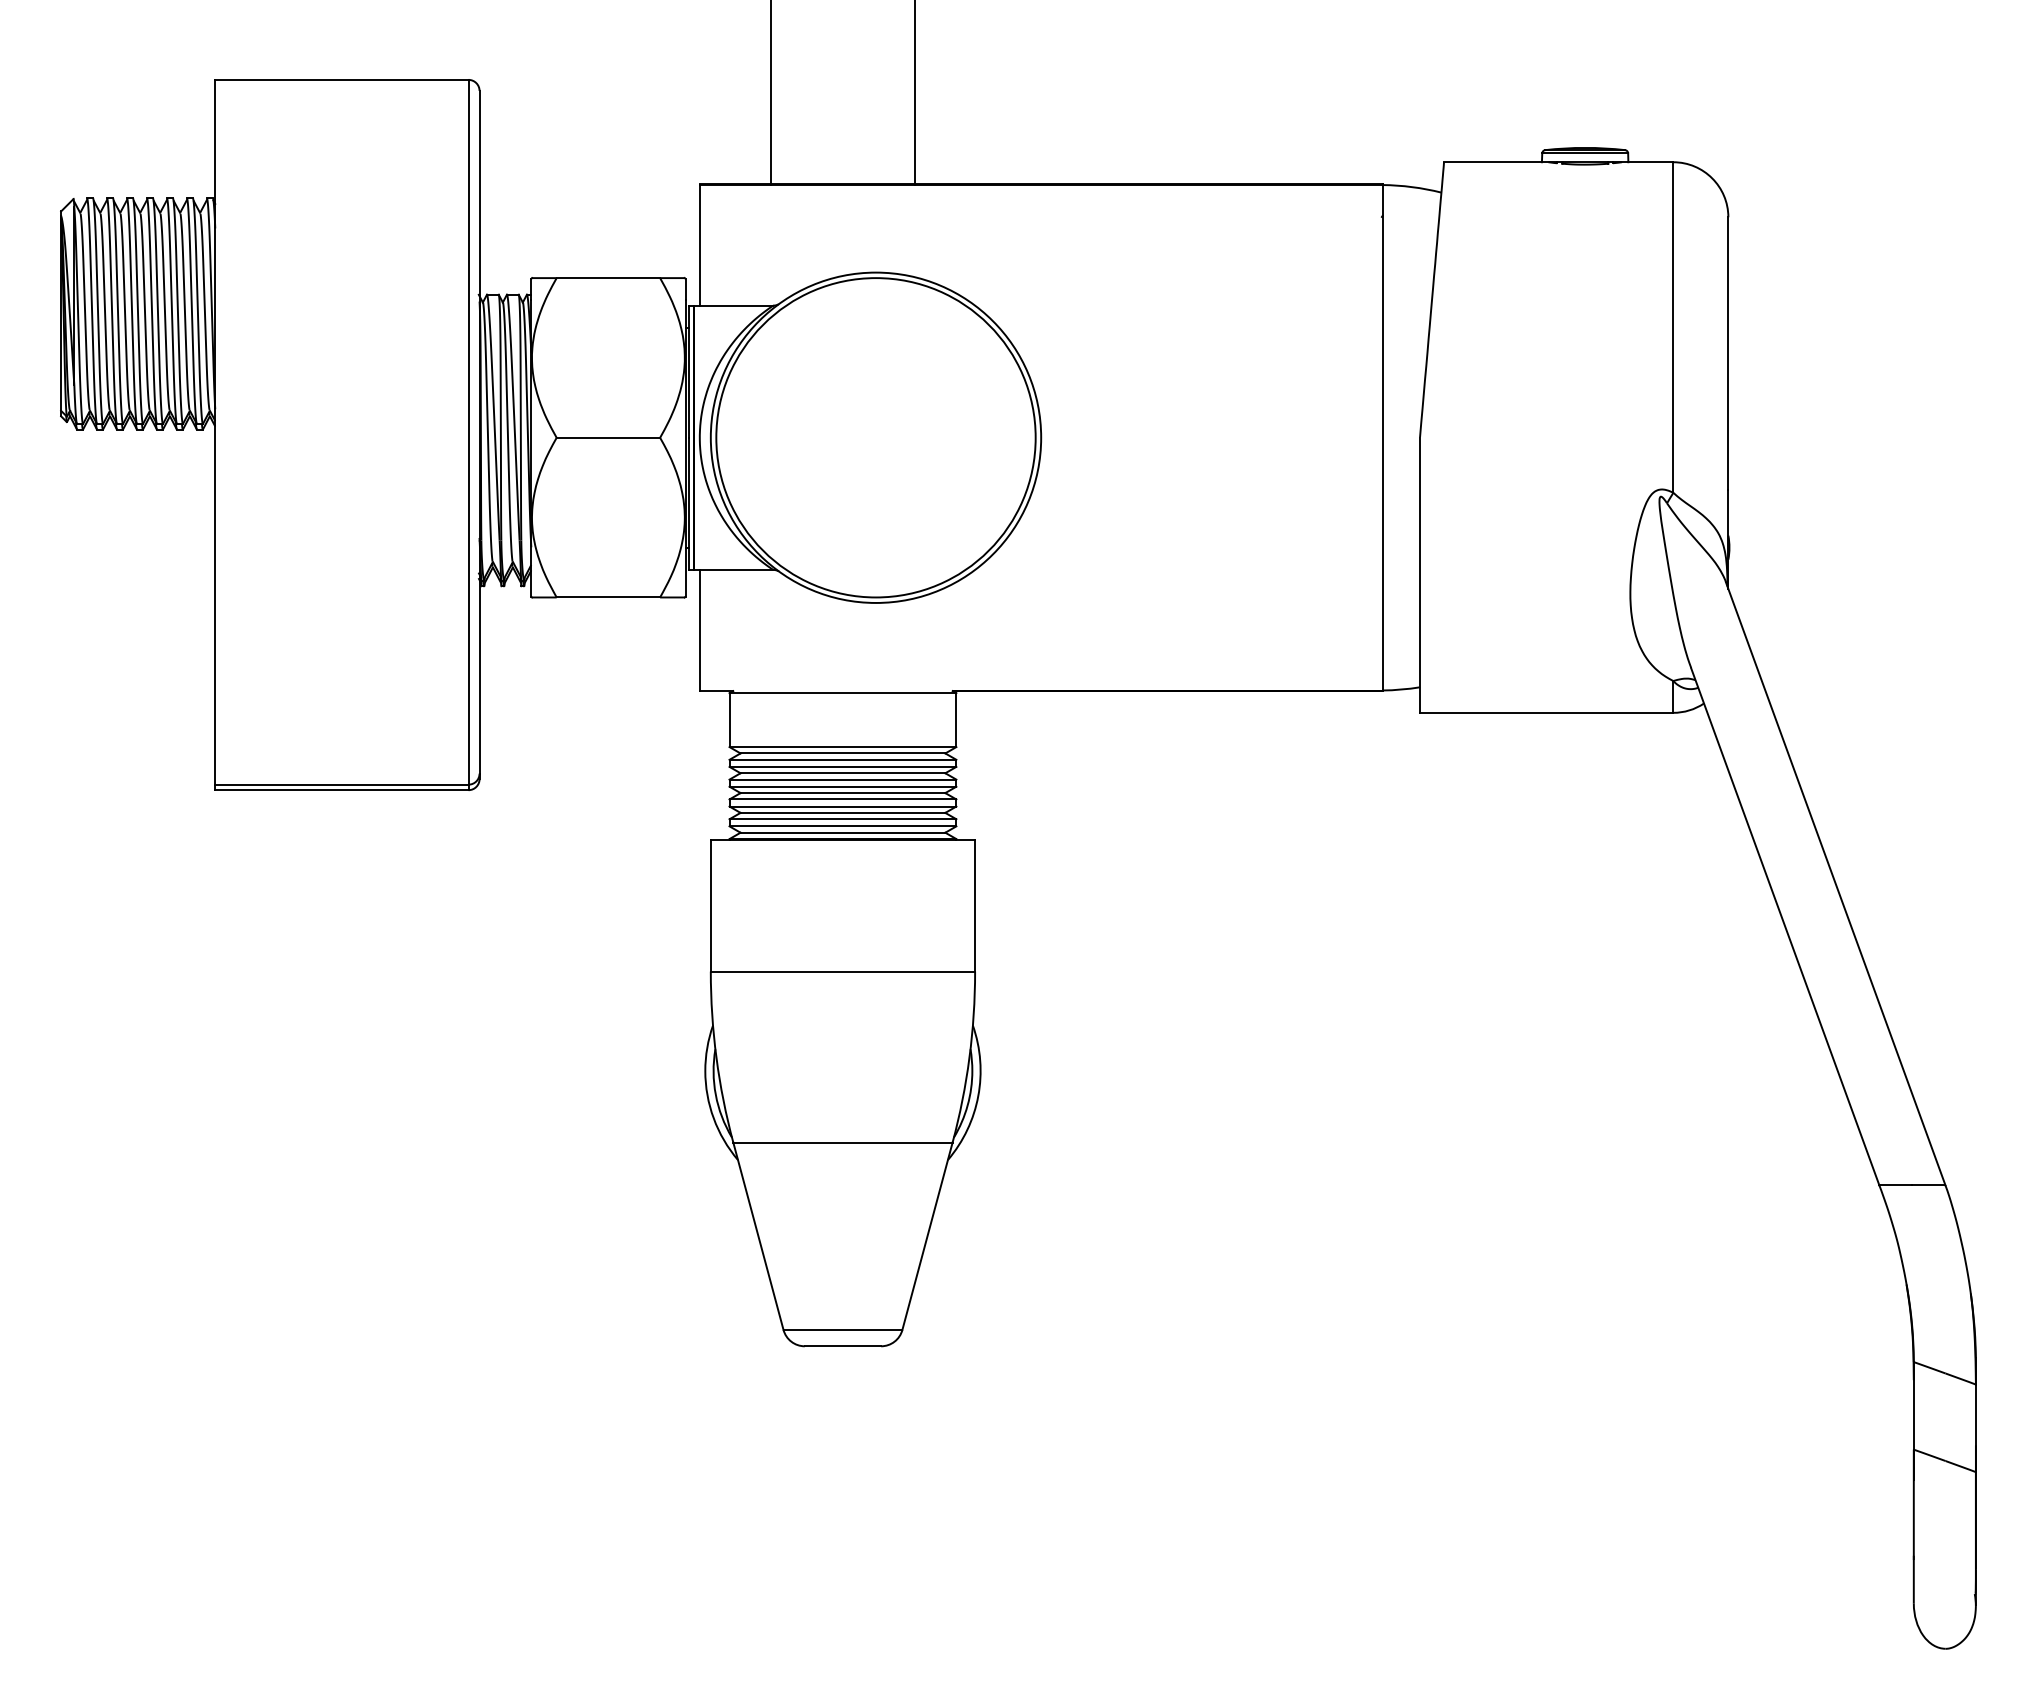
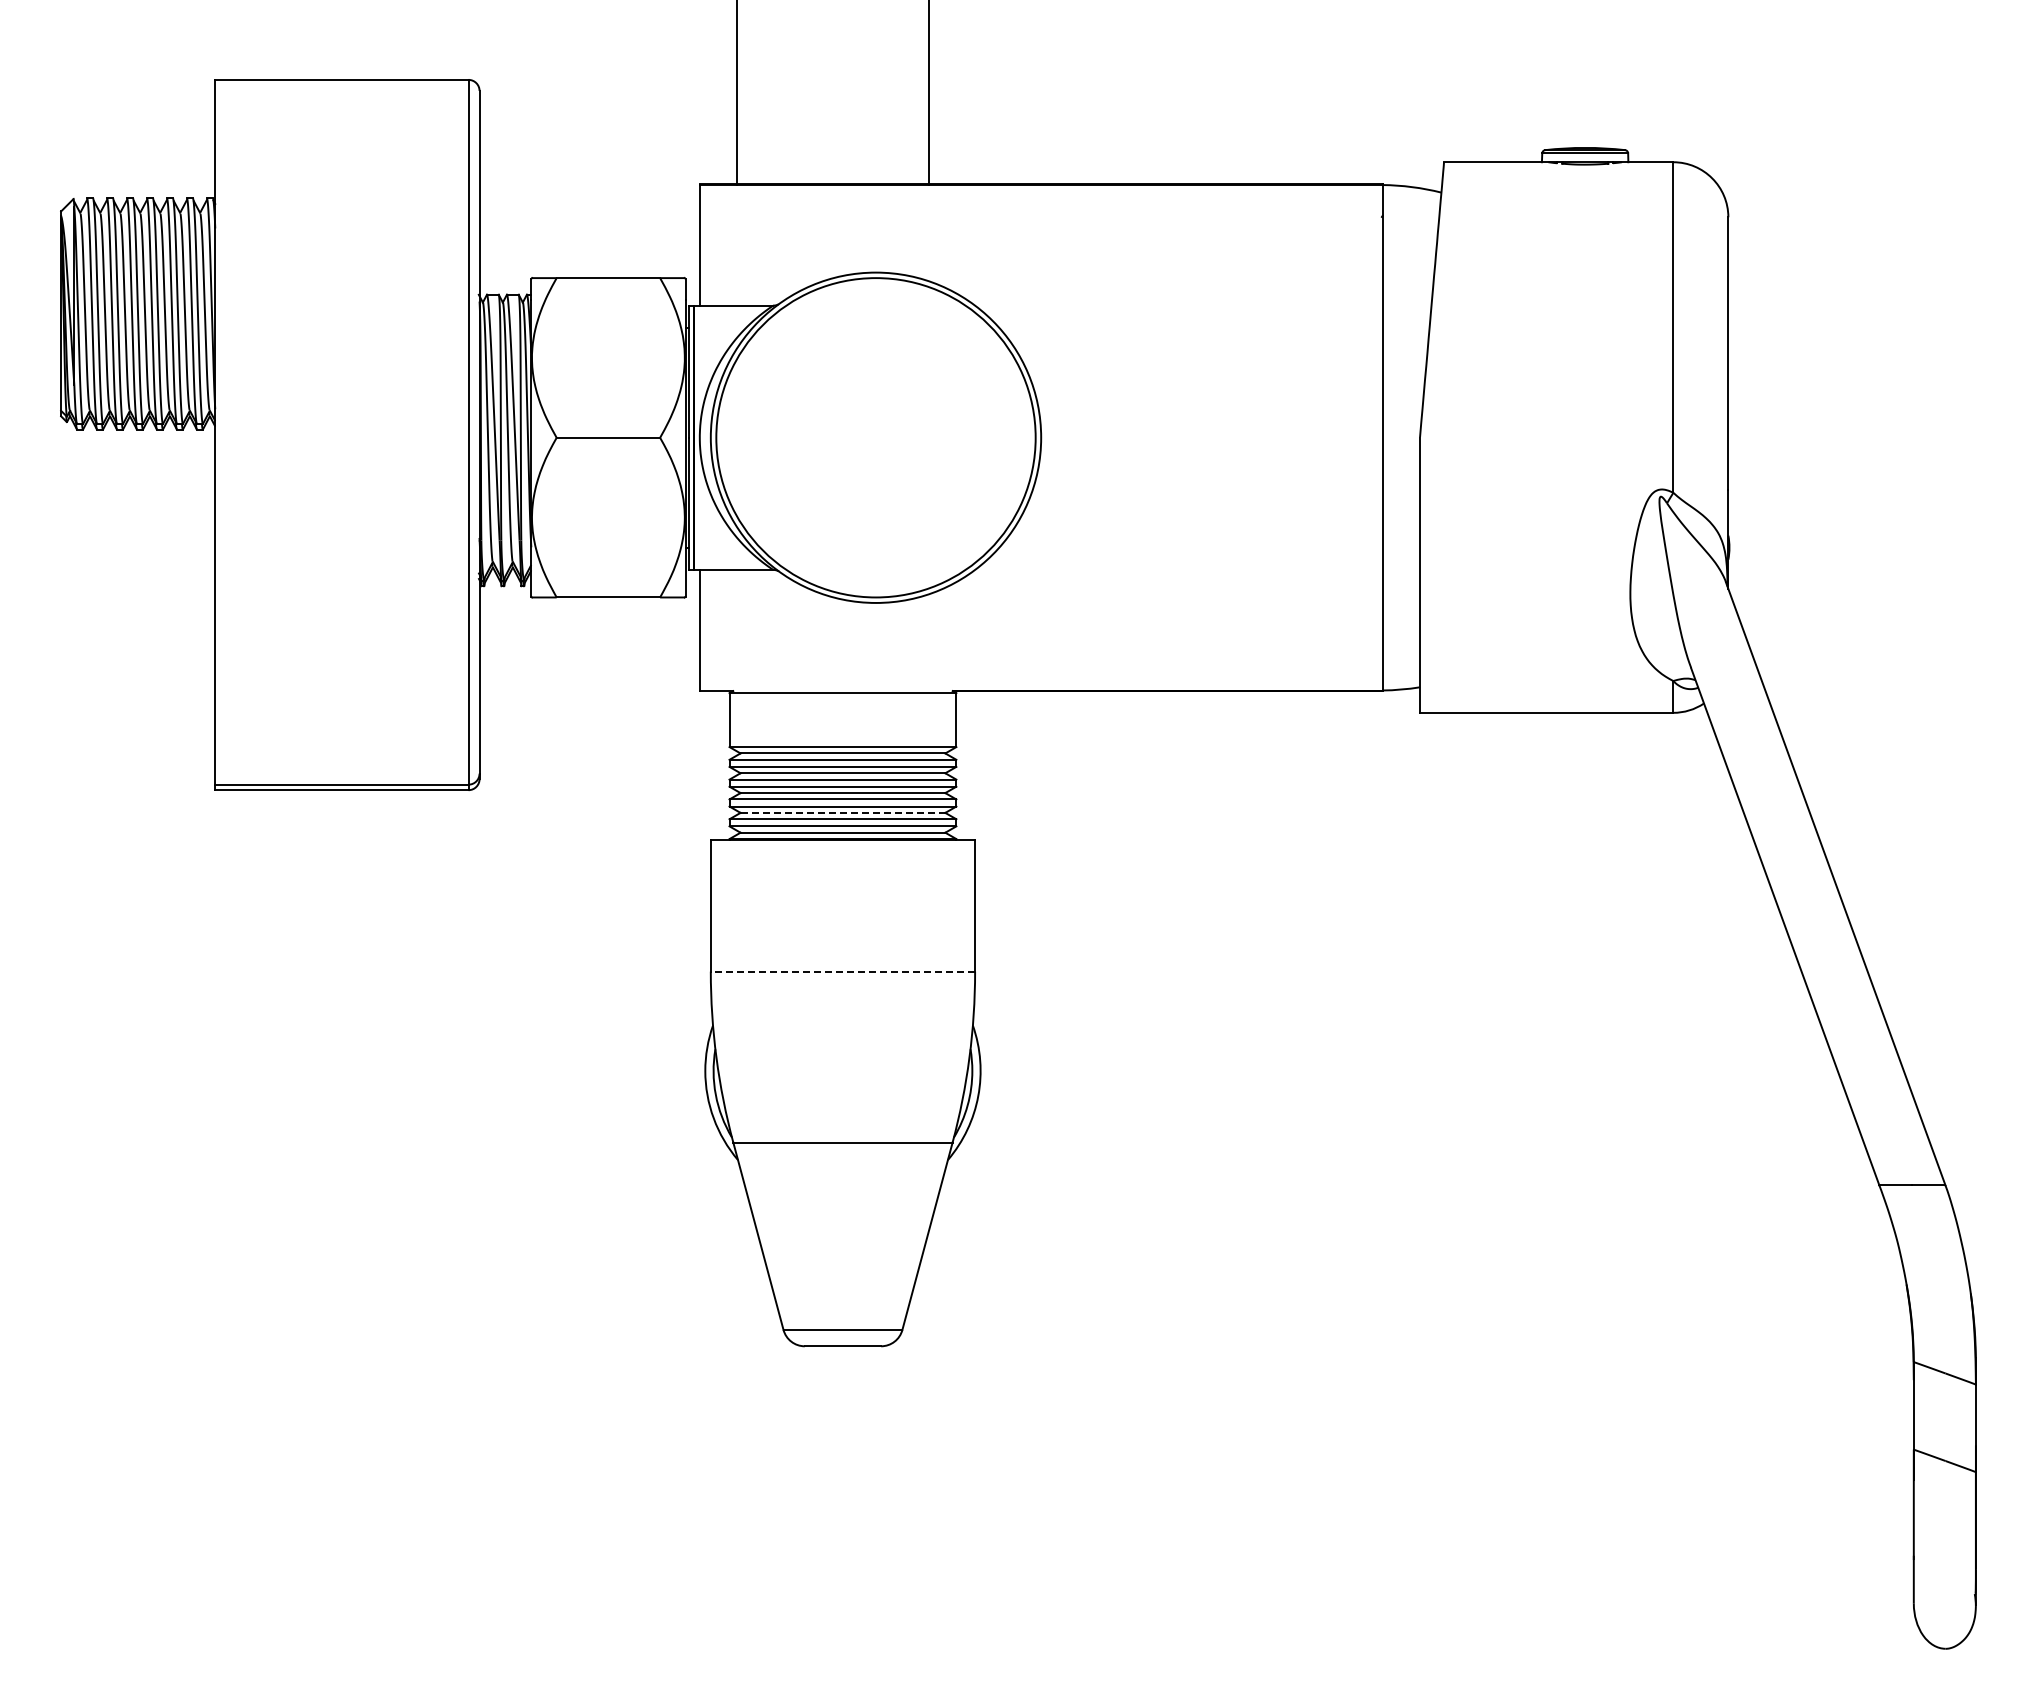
line at (771, 93) position: (771, 93) -> (737, 93)
line at (914, 93) position: (914, 93) -> (928, 93)
line at (843, 812): solid -> dashed
line at (842, 971): solid -> dashed
